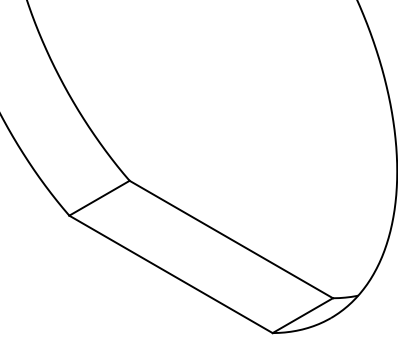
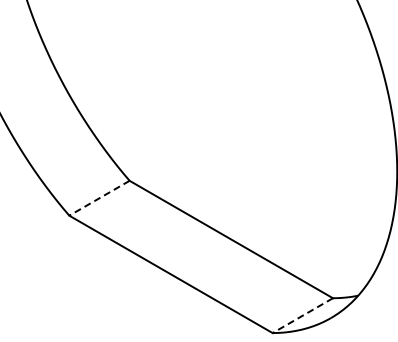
line at (99, 198): solid -> dashed
line at (302, 315): solid -> dashed
